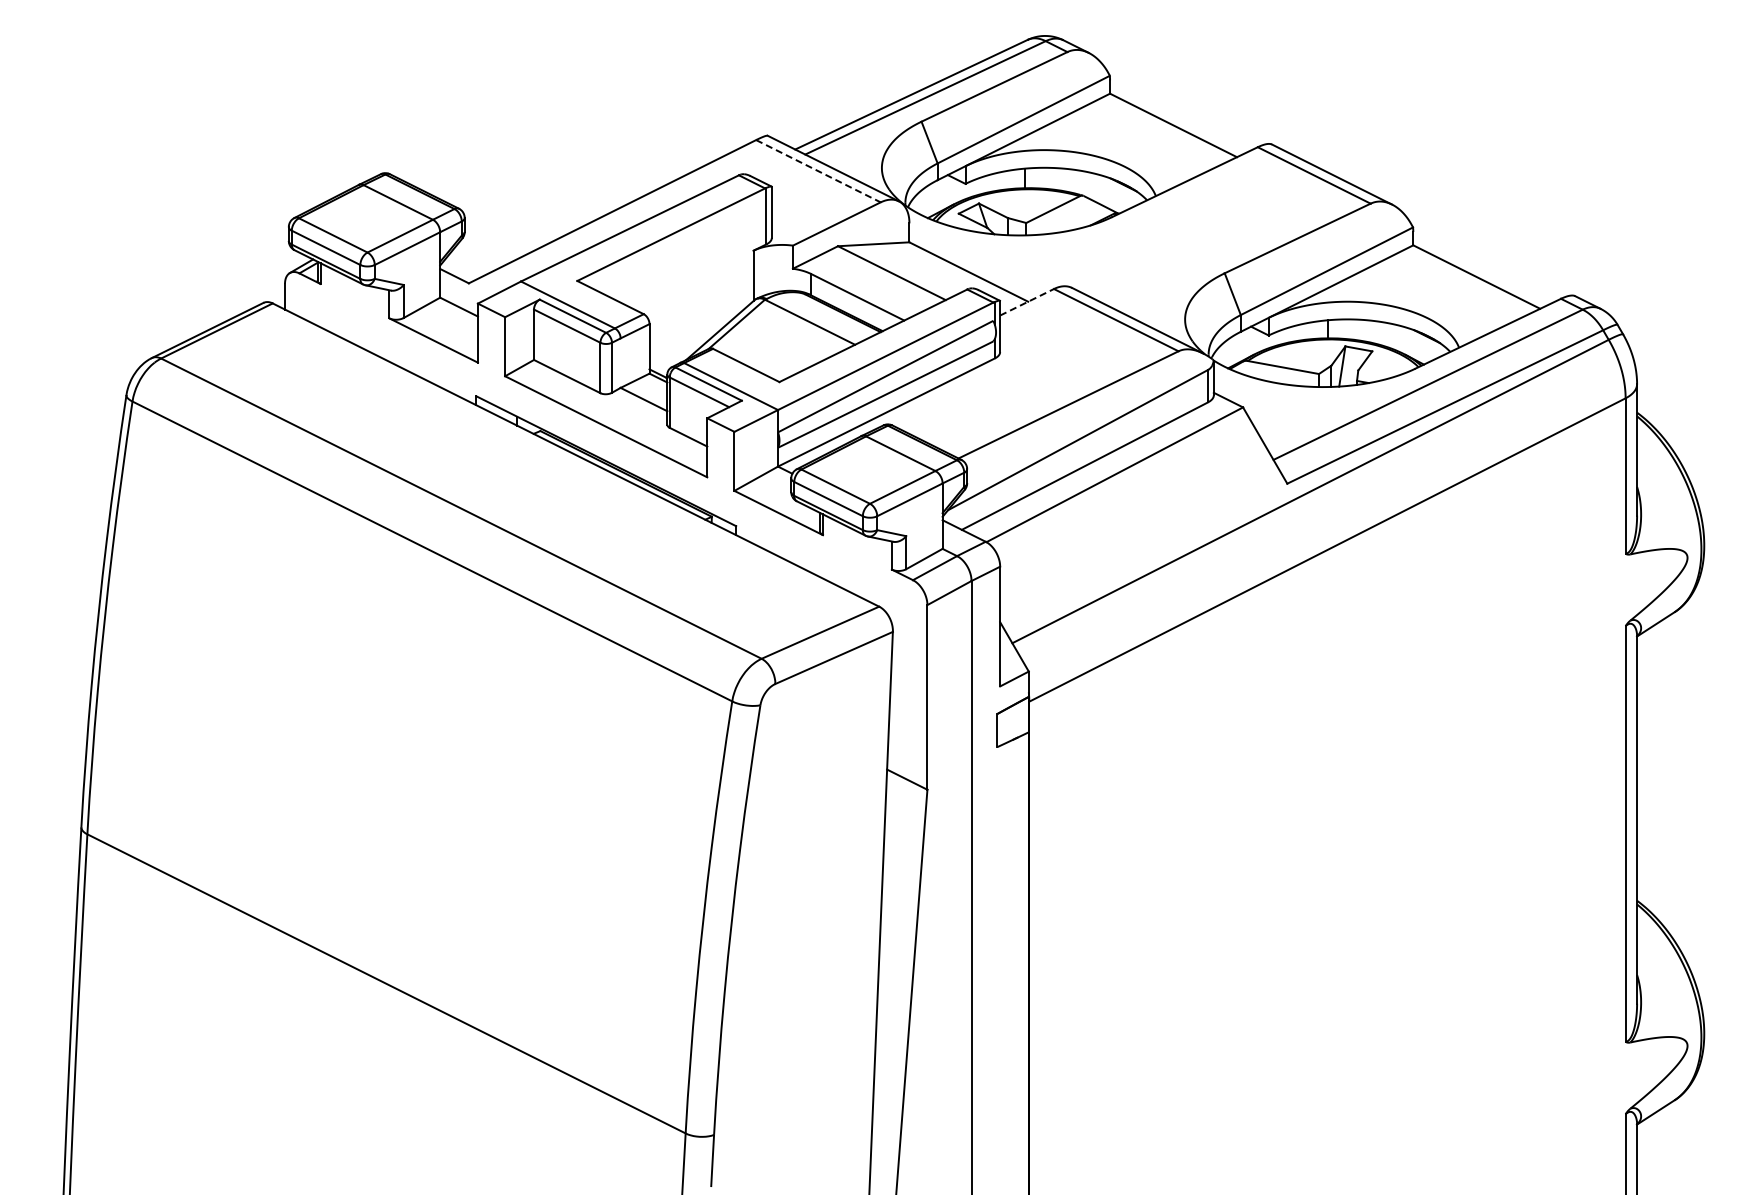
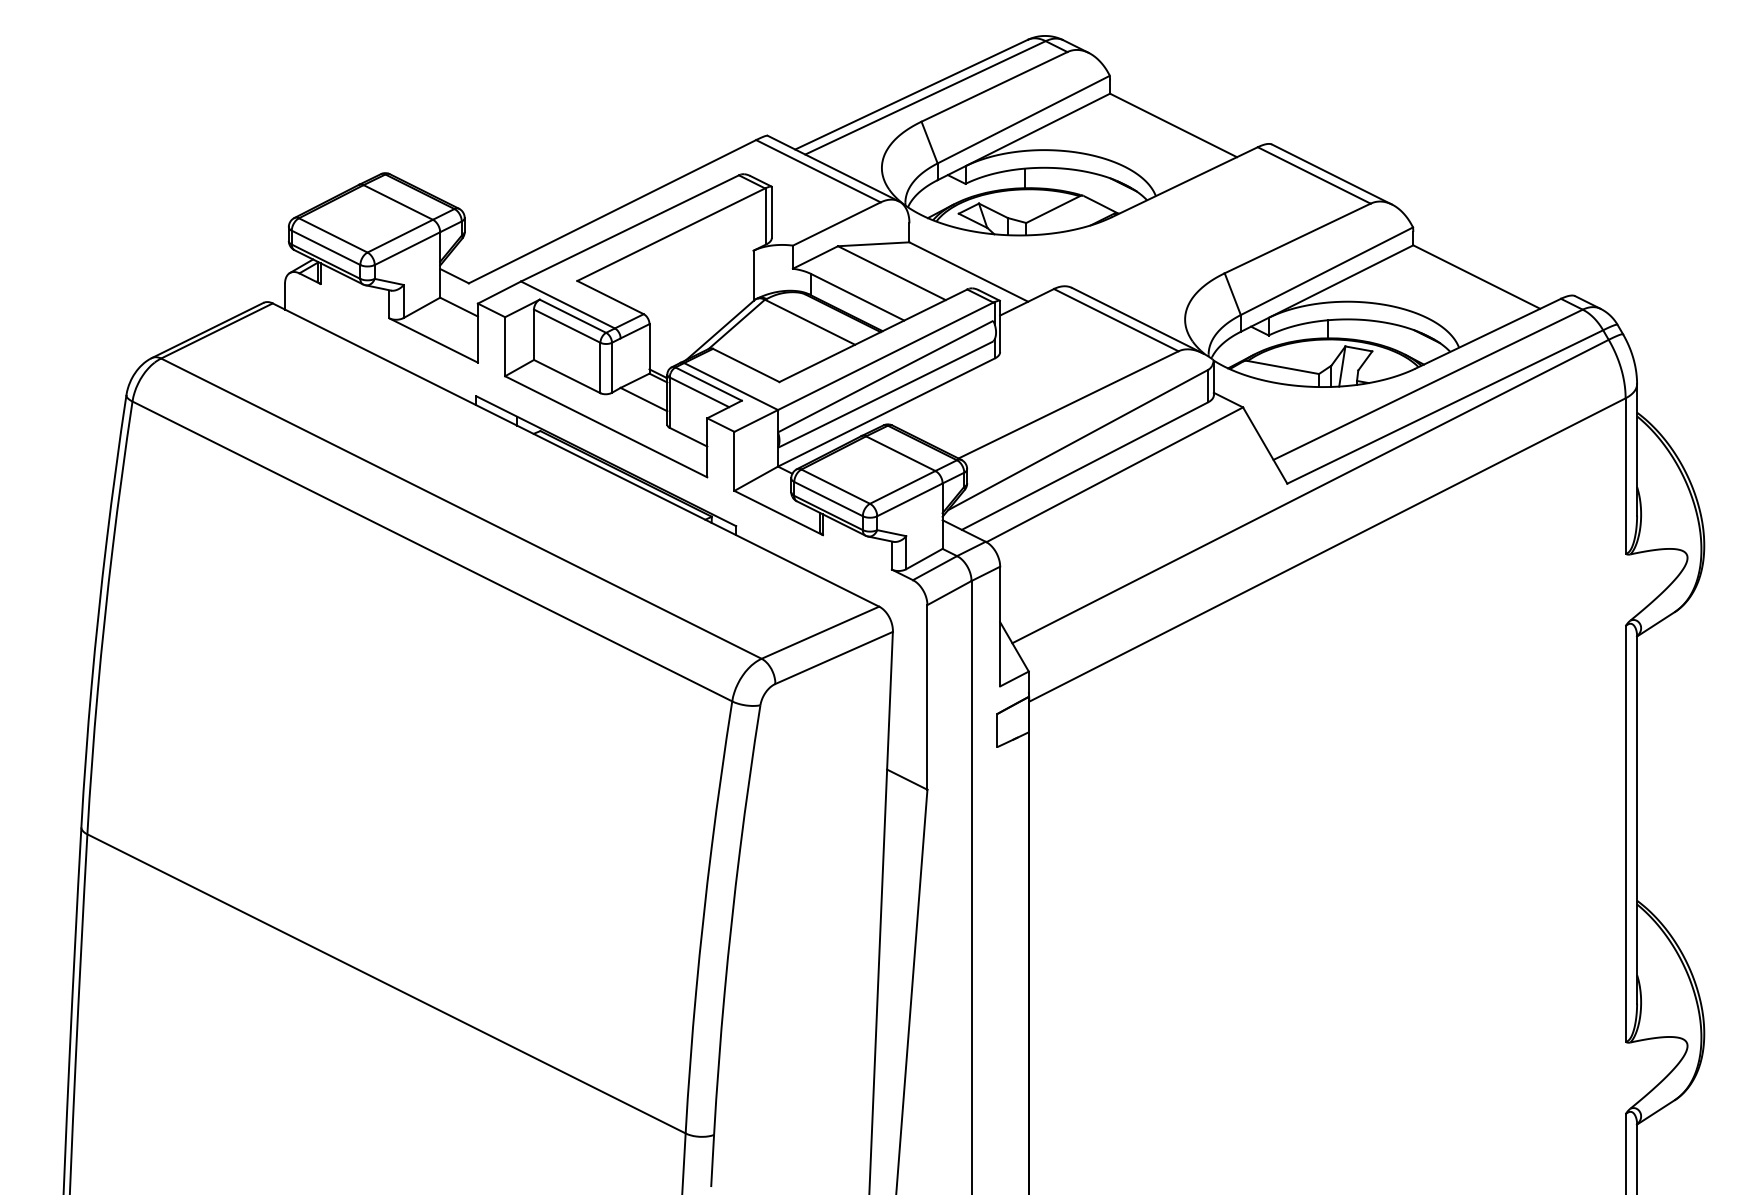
line at (818, 171): dashed -> solid
line at (1027, 302): dashed -> solid
